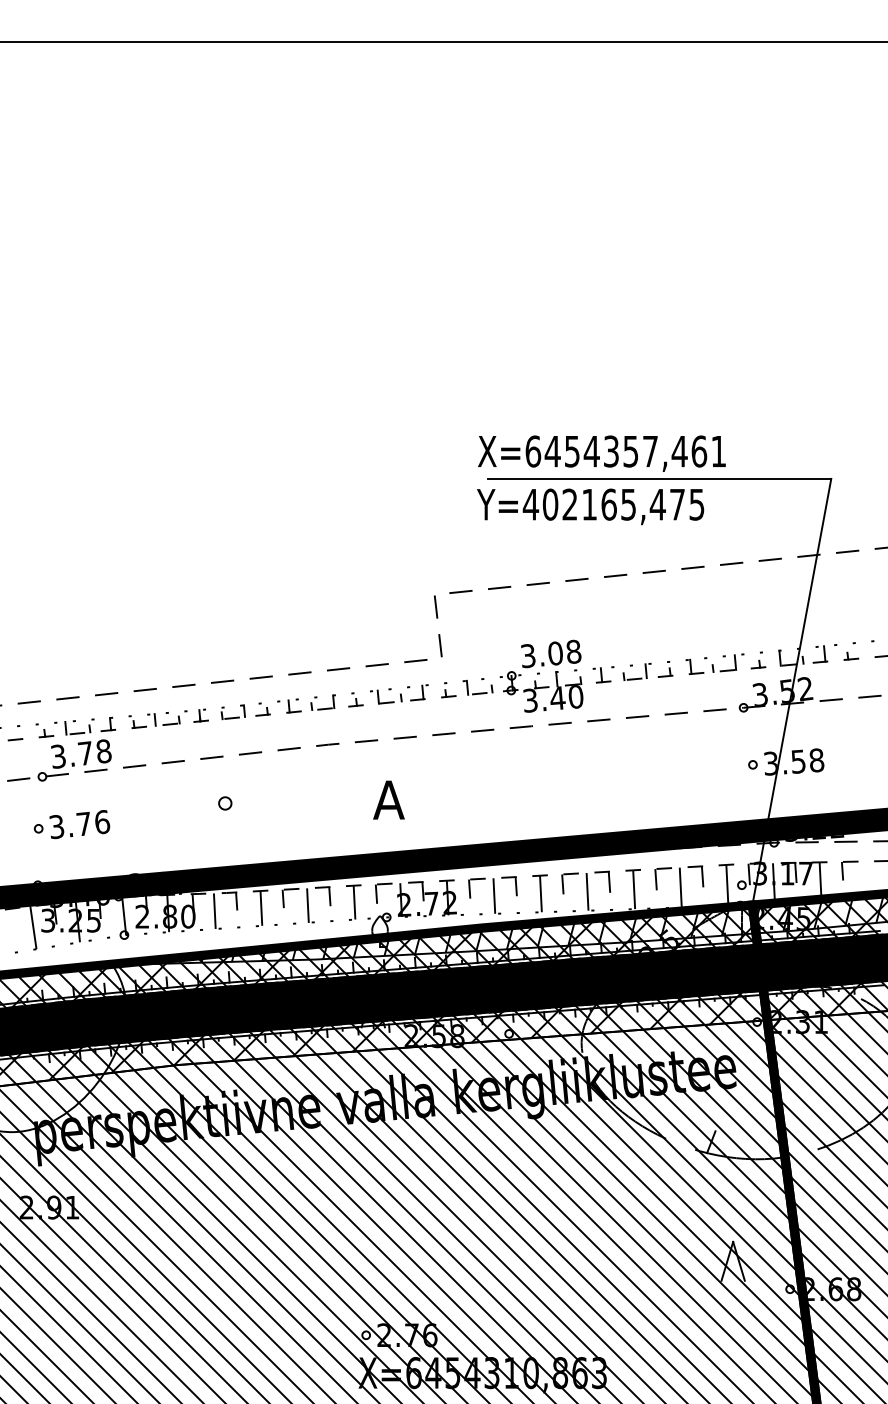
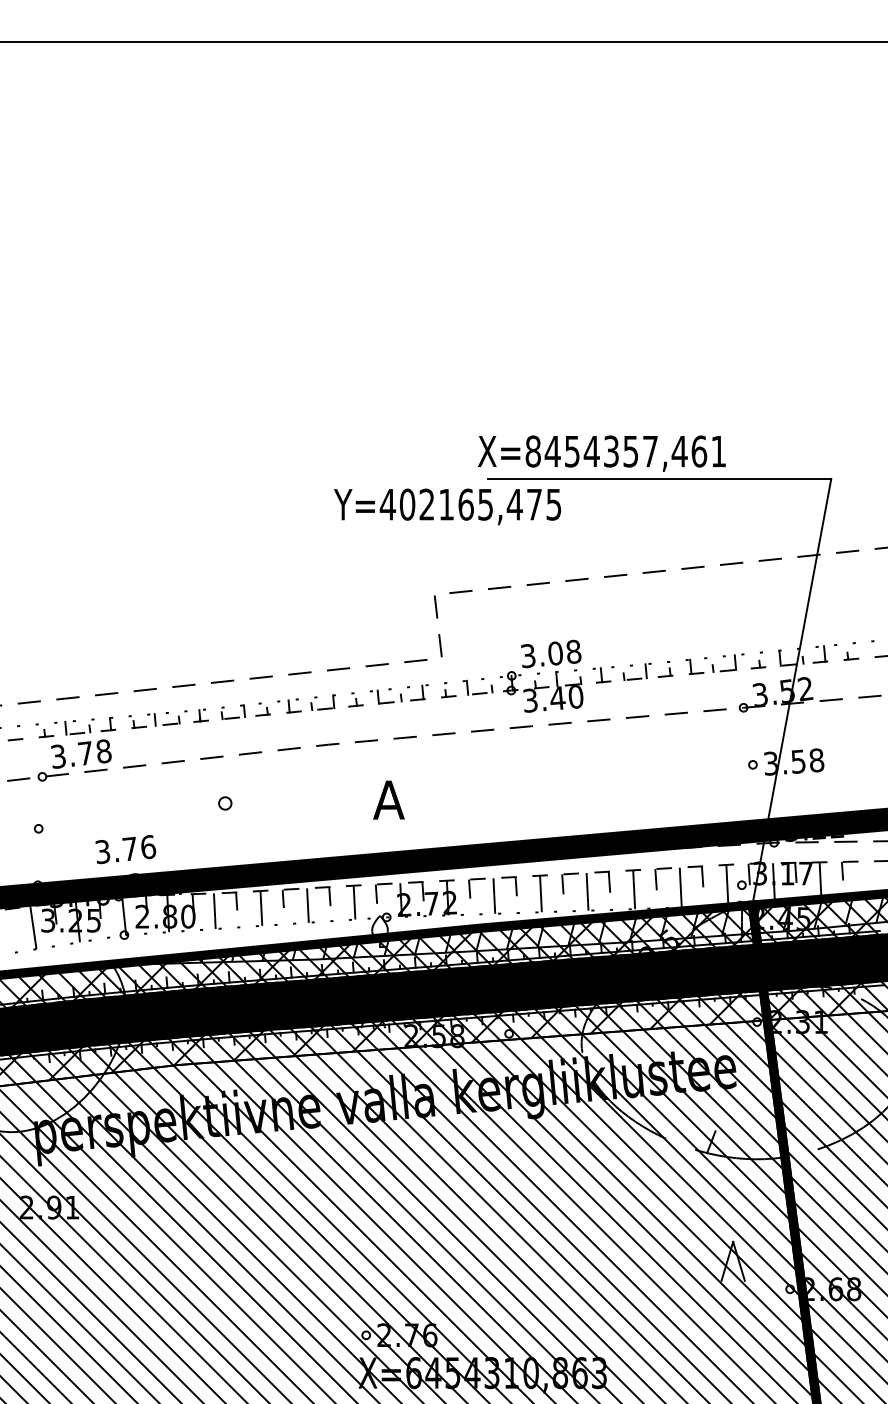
text at (533, 451): X=6454357,461 -> X=8454357,461
text at (590, 506) position: (590, 506) -> (447, 506)
text at (79, 824) position: (79, 824) -> (125, 849)
